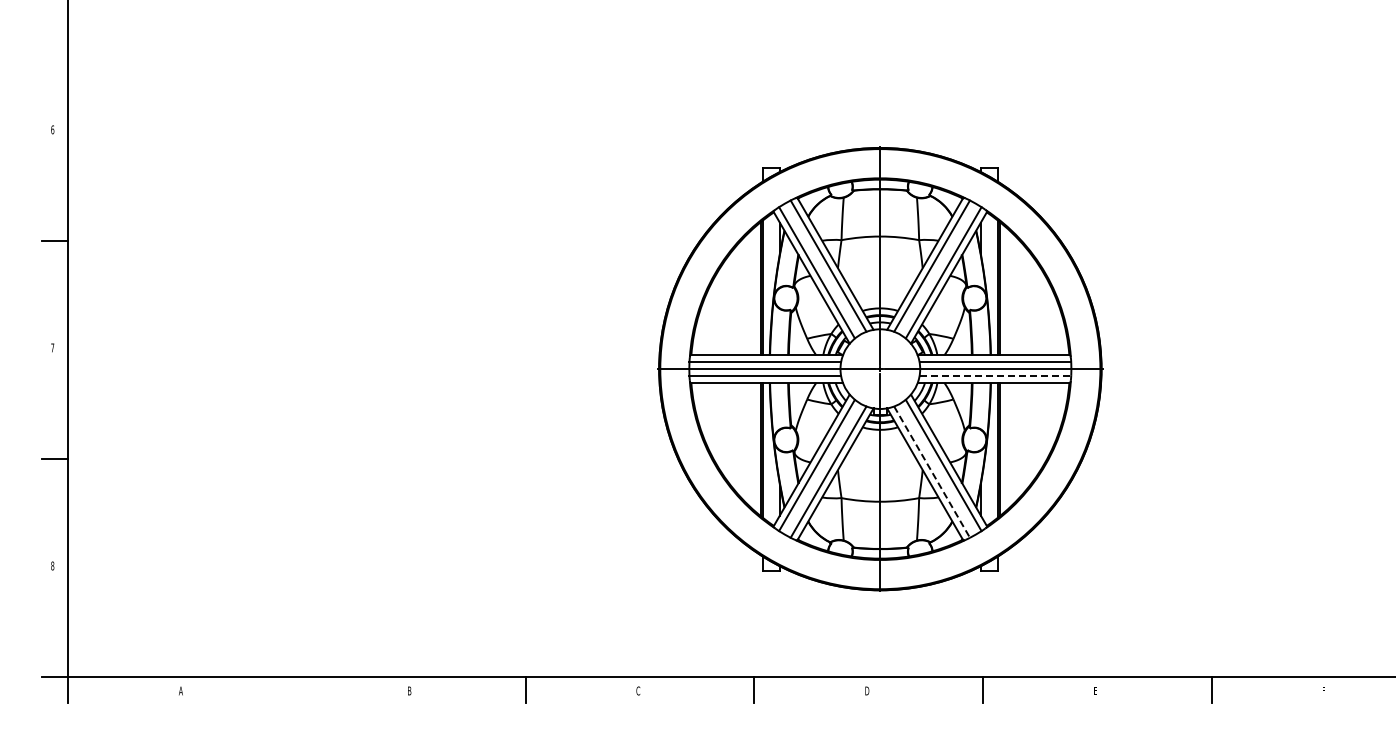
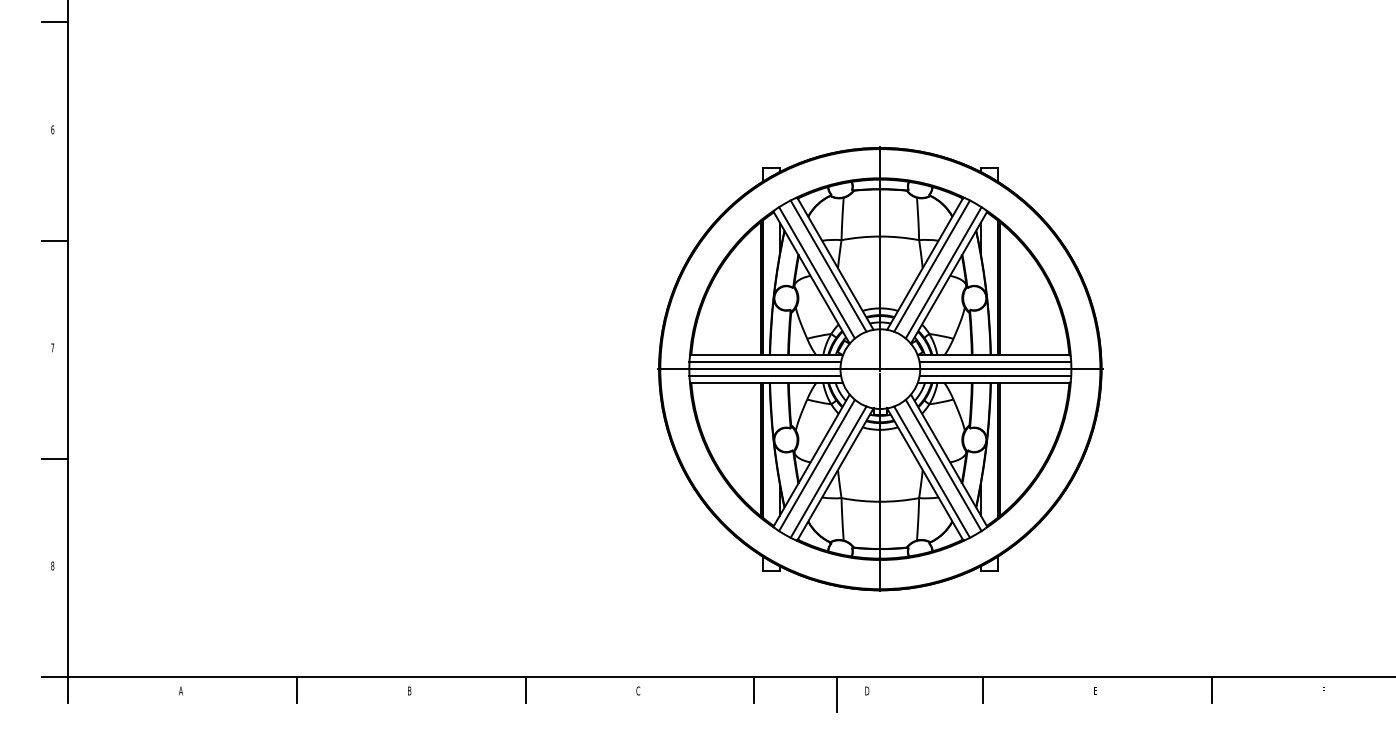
line at (54, 22): none -> present
line at (995, 375): dashed -> solid
line at (932, 472): dashed -> solid
line at (297, 689): none -> present
line at (836, 694): none -> present
